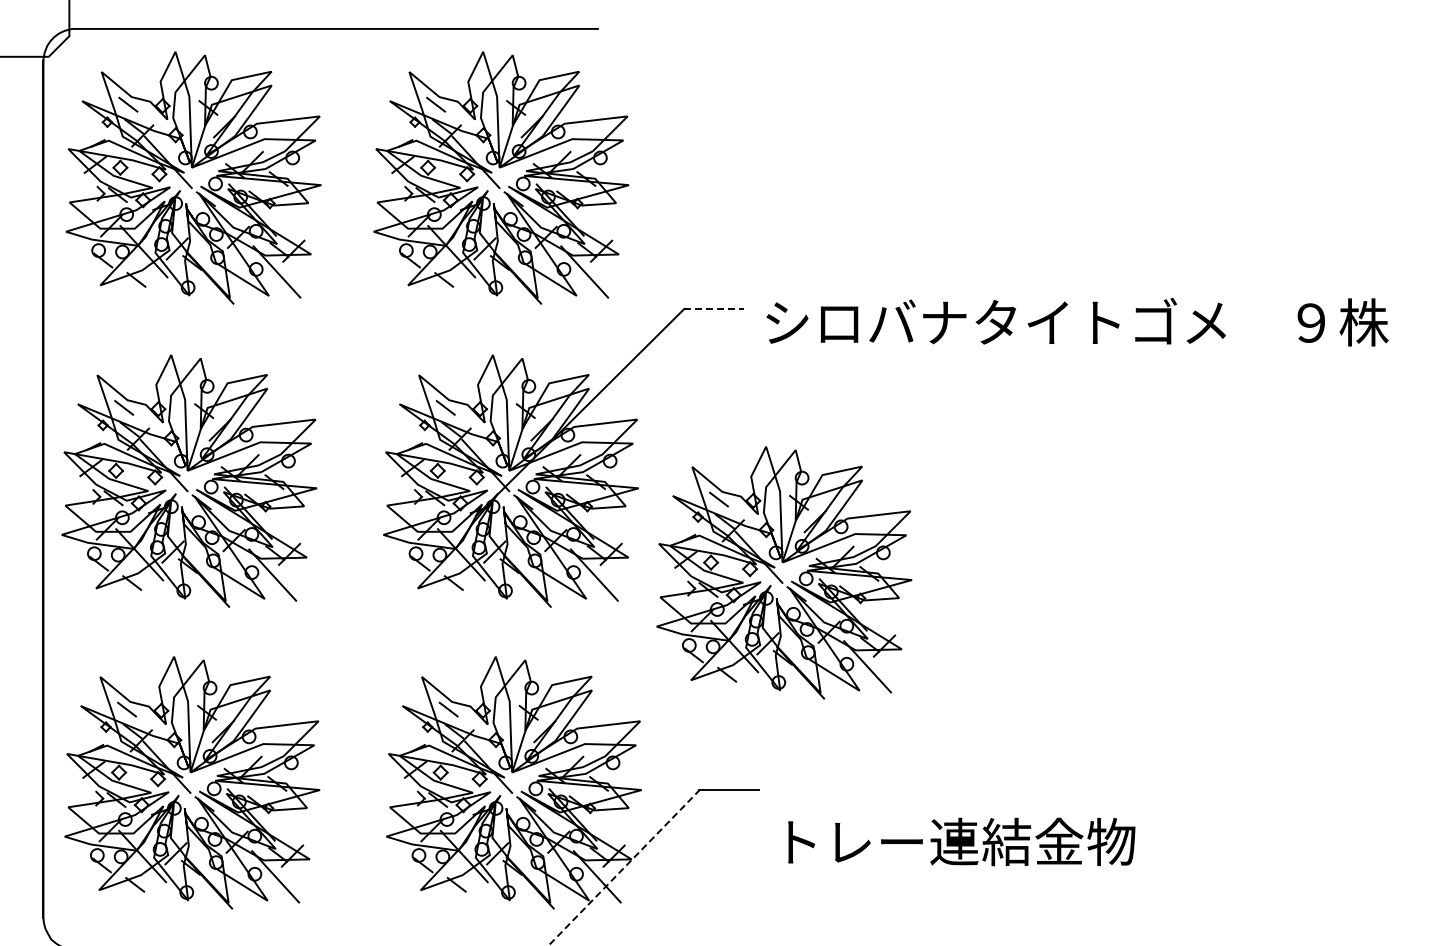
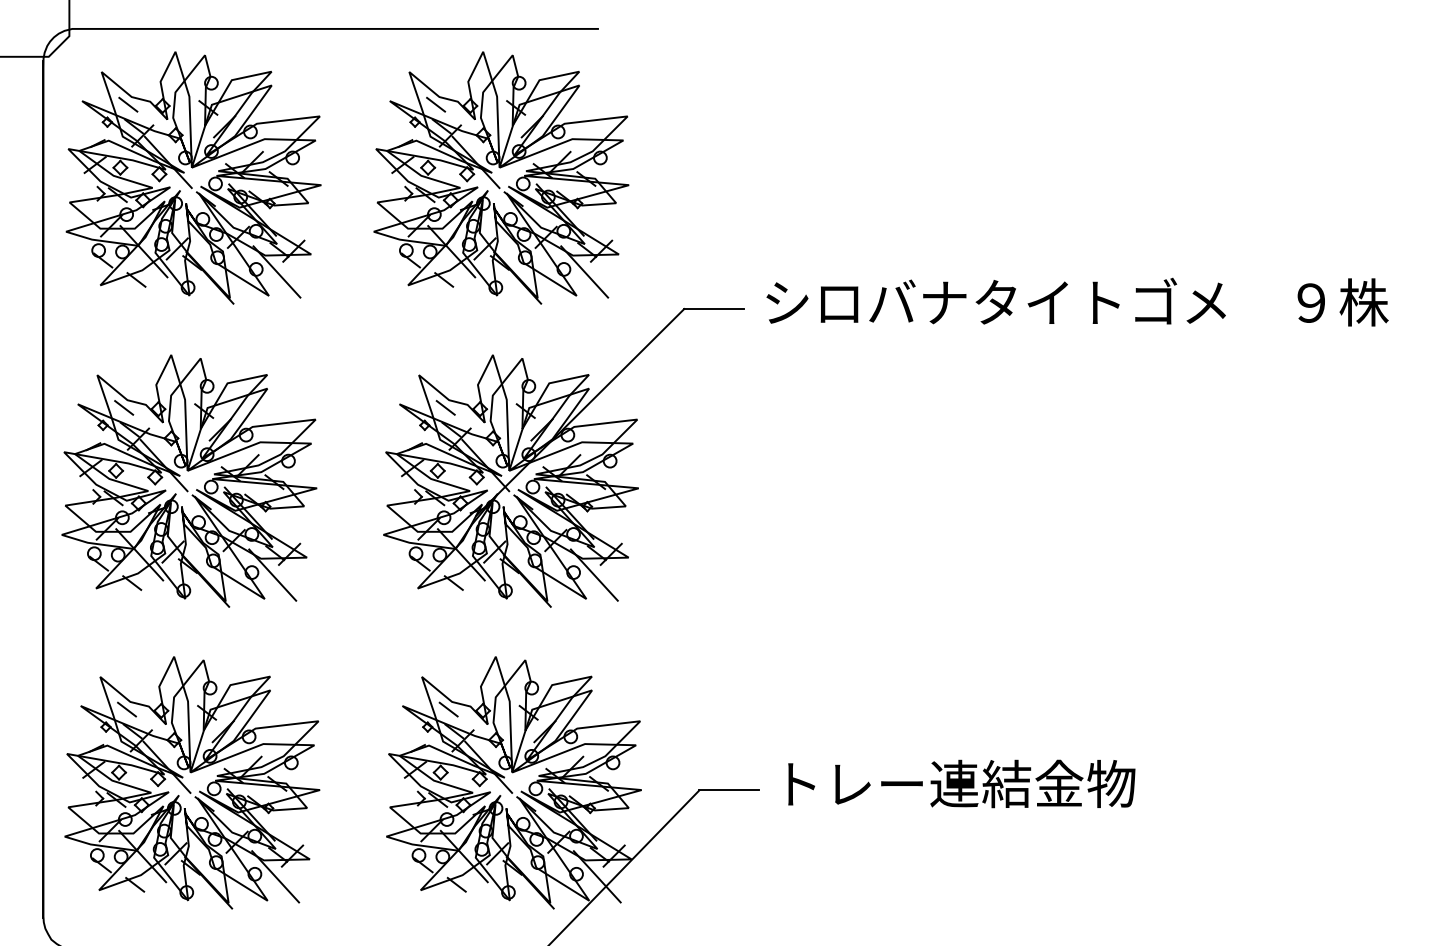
line at (714, 309): dashed -> solid
text at (1077, 321) position: (1077, 321) -> (1077, 301)
part at (784, 572): present -> none
text at (961, 841) position: (961, 841) -> (961, 783)
line at (624, 867): dashed -> solid
